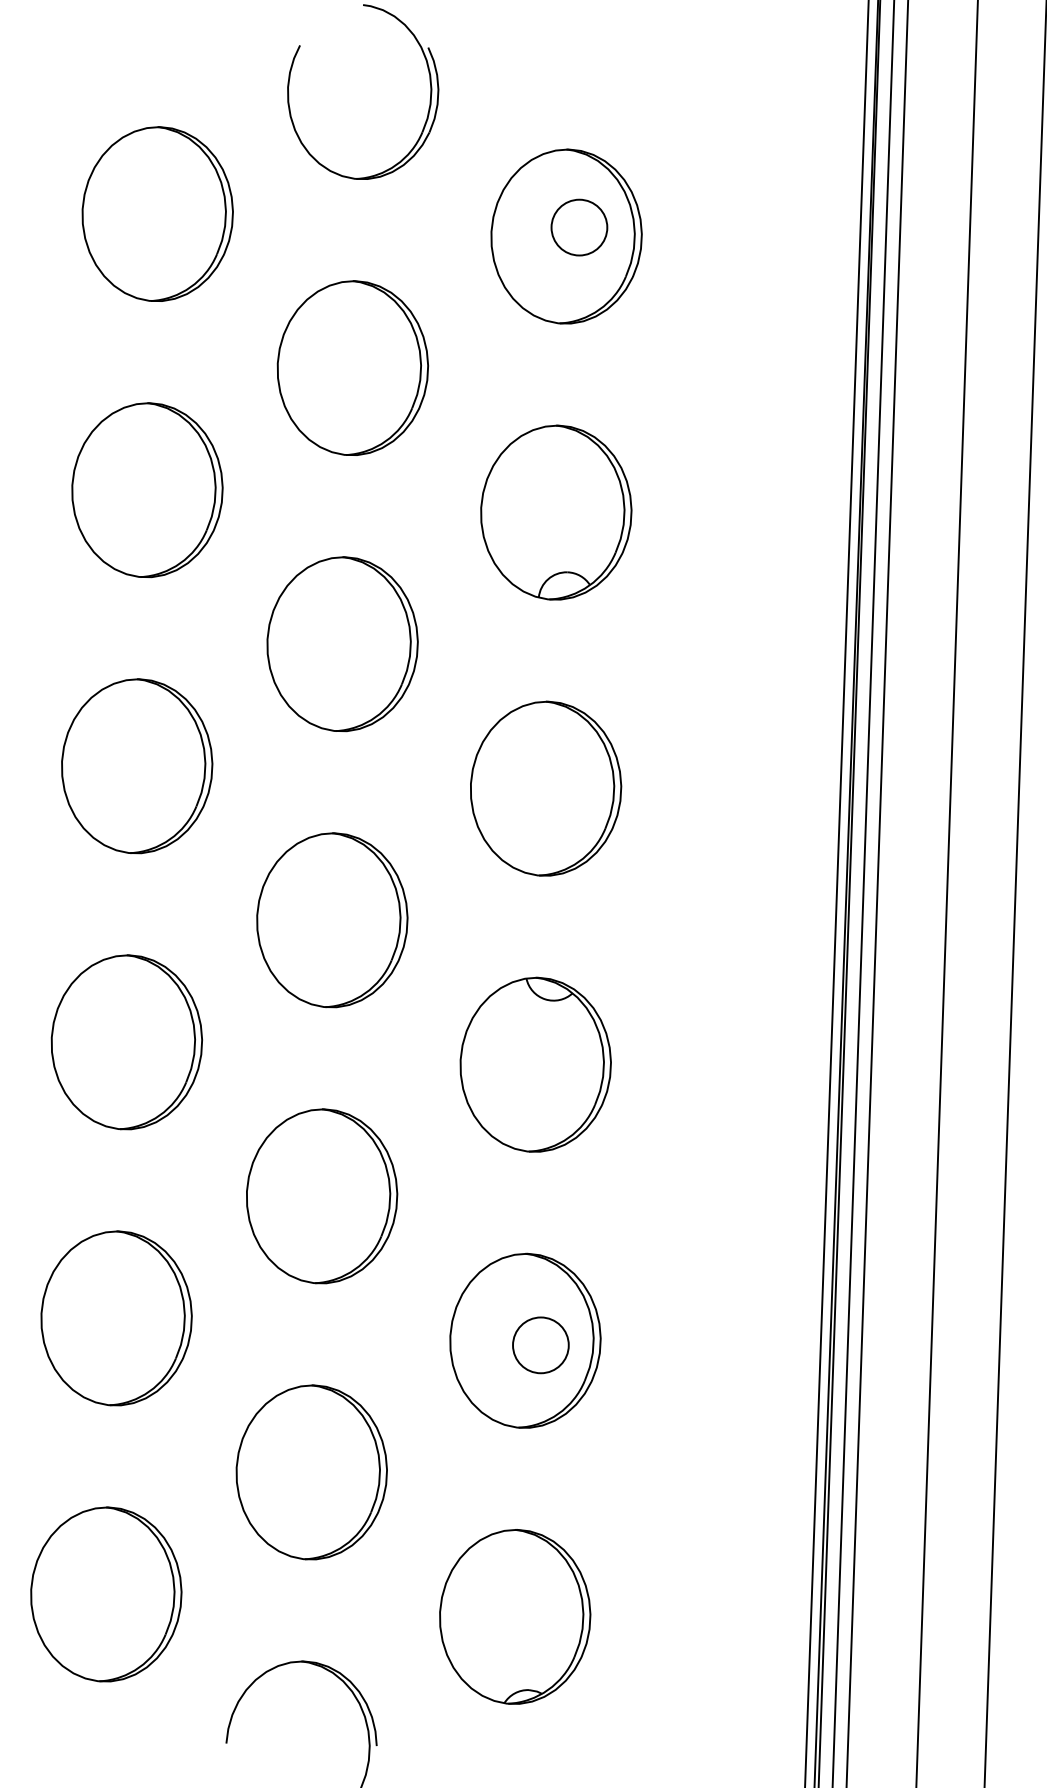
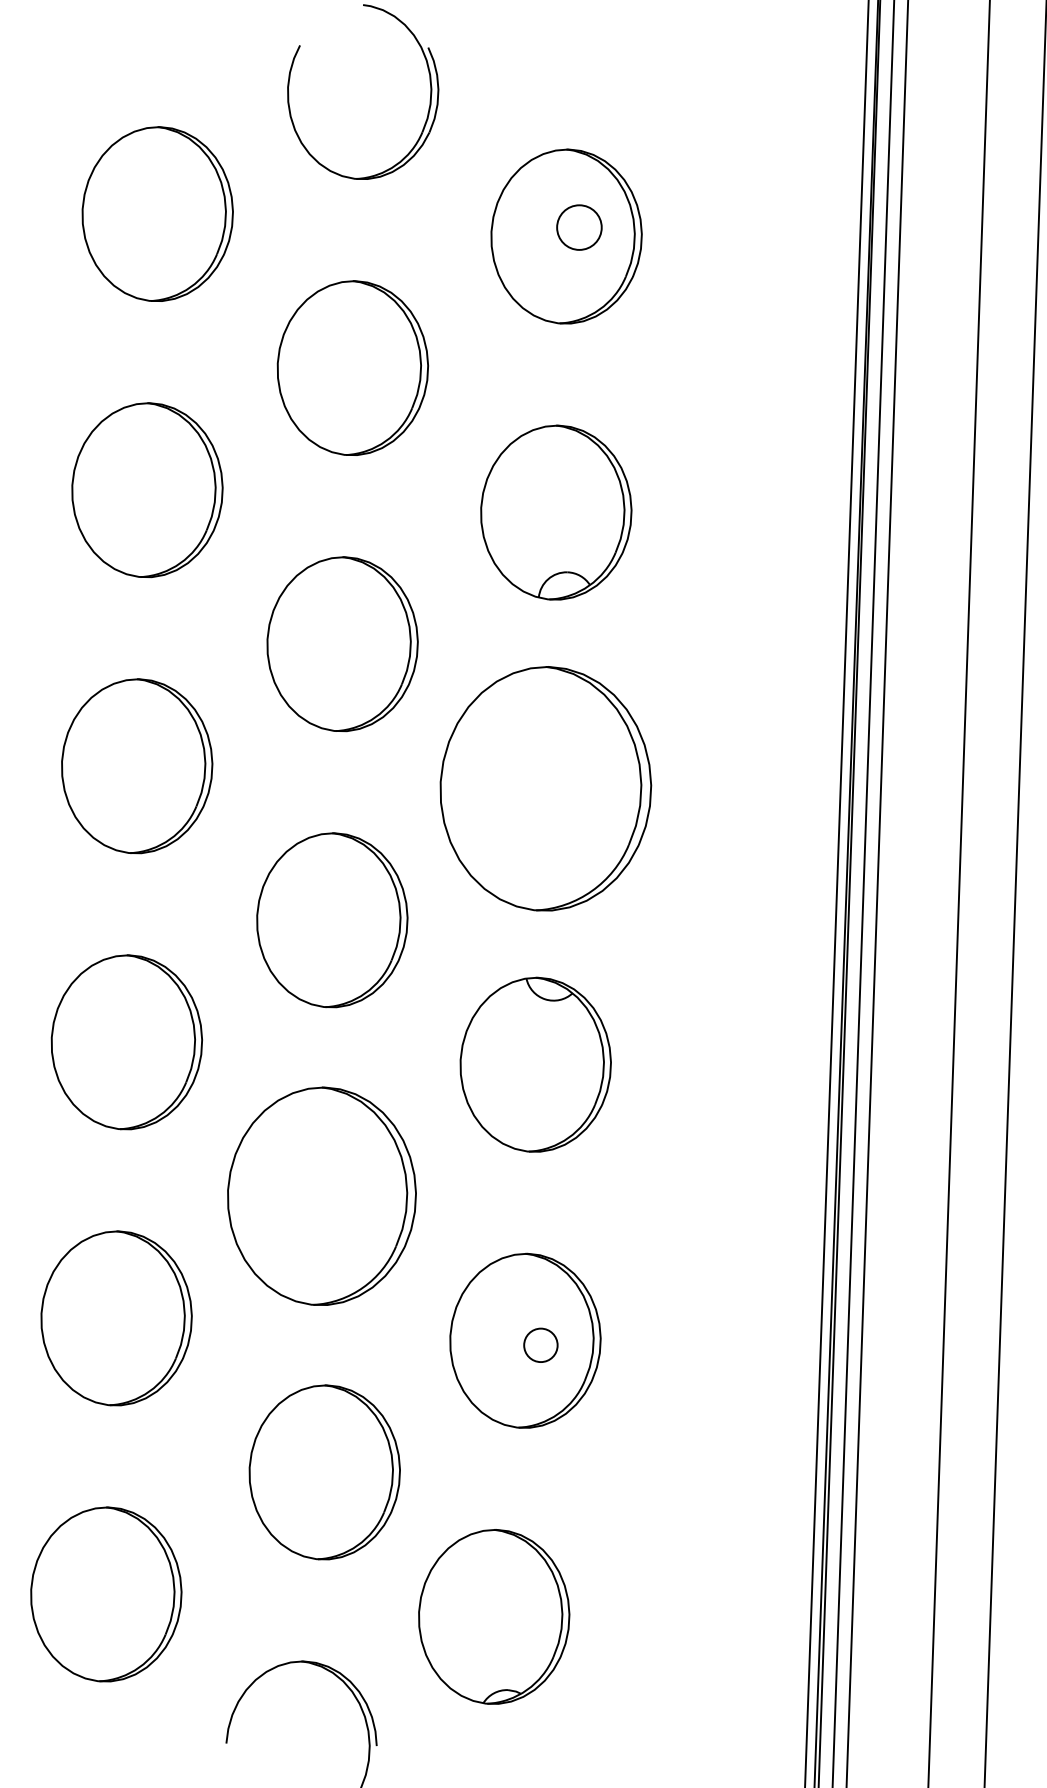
circle at (579, 227) diameter: 56 px -> 45 px
part at (546, 788) size: 153x177 px -> 214x246 px
line at (946, 893) position: (946, 893) -> (958, 893)
part at (322, 1196) size: 153x177 px -> 190x220 px
circle at (540, 1345) diameter: 56 px -> 33 px
part at (311, 1472) position: (311, 1472) -> (324, 1472)
part at (515, 1616) position: (515, 1616) -> (494, 1616)
